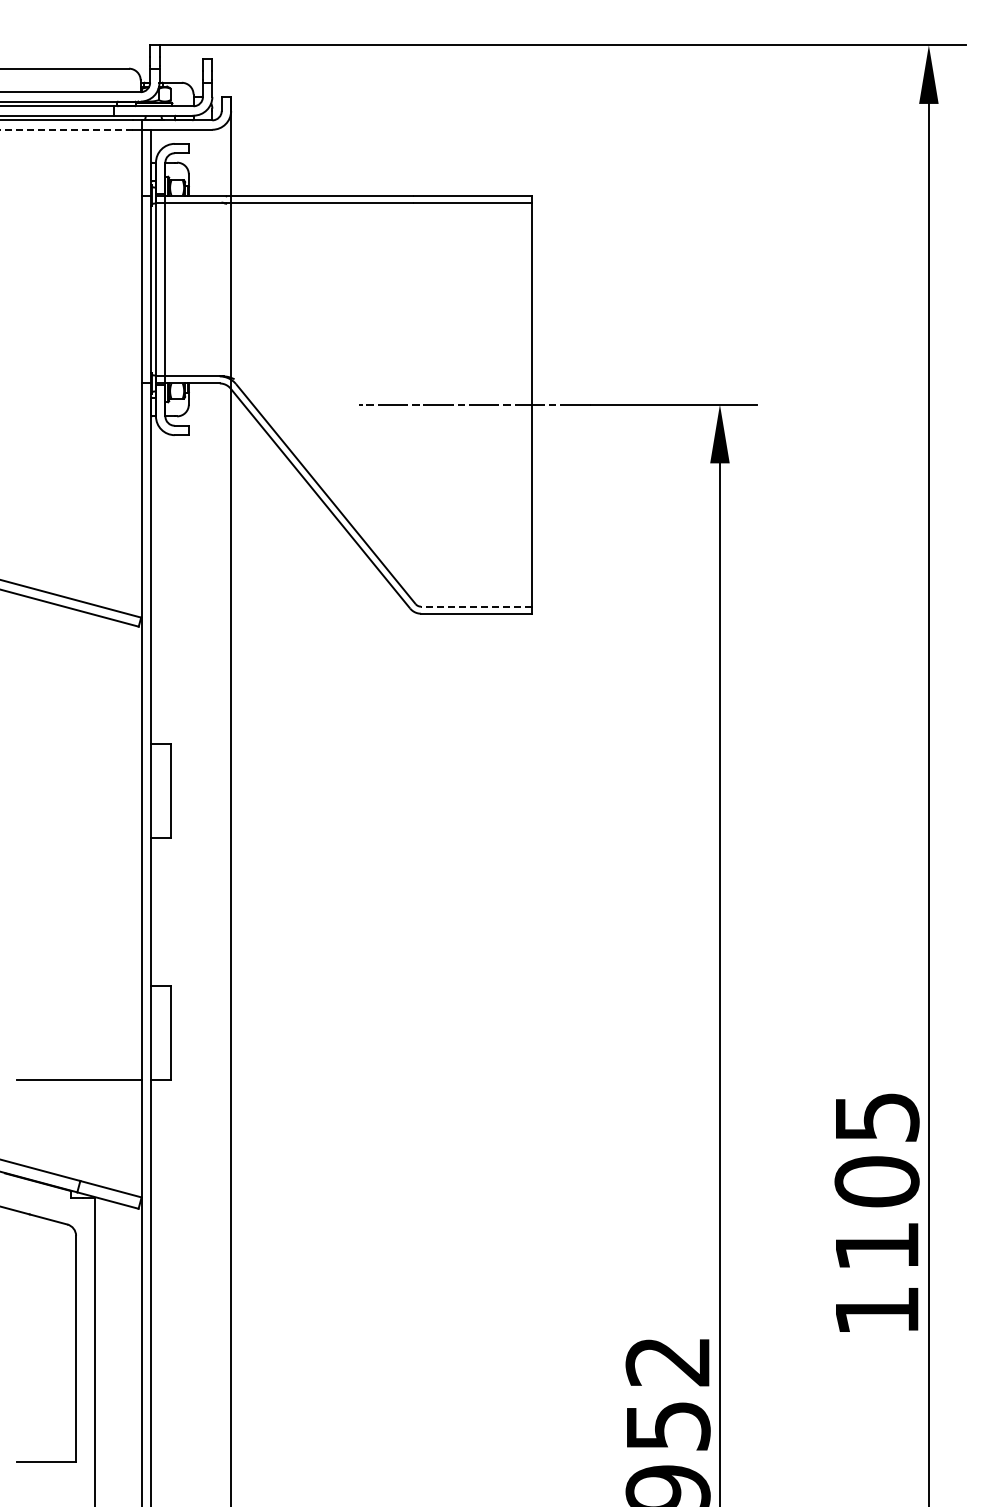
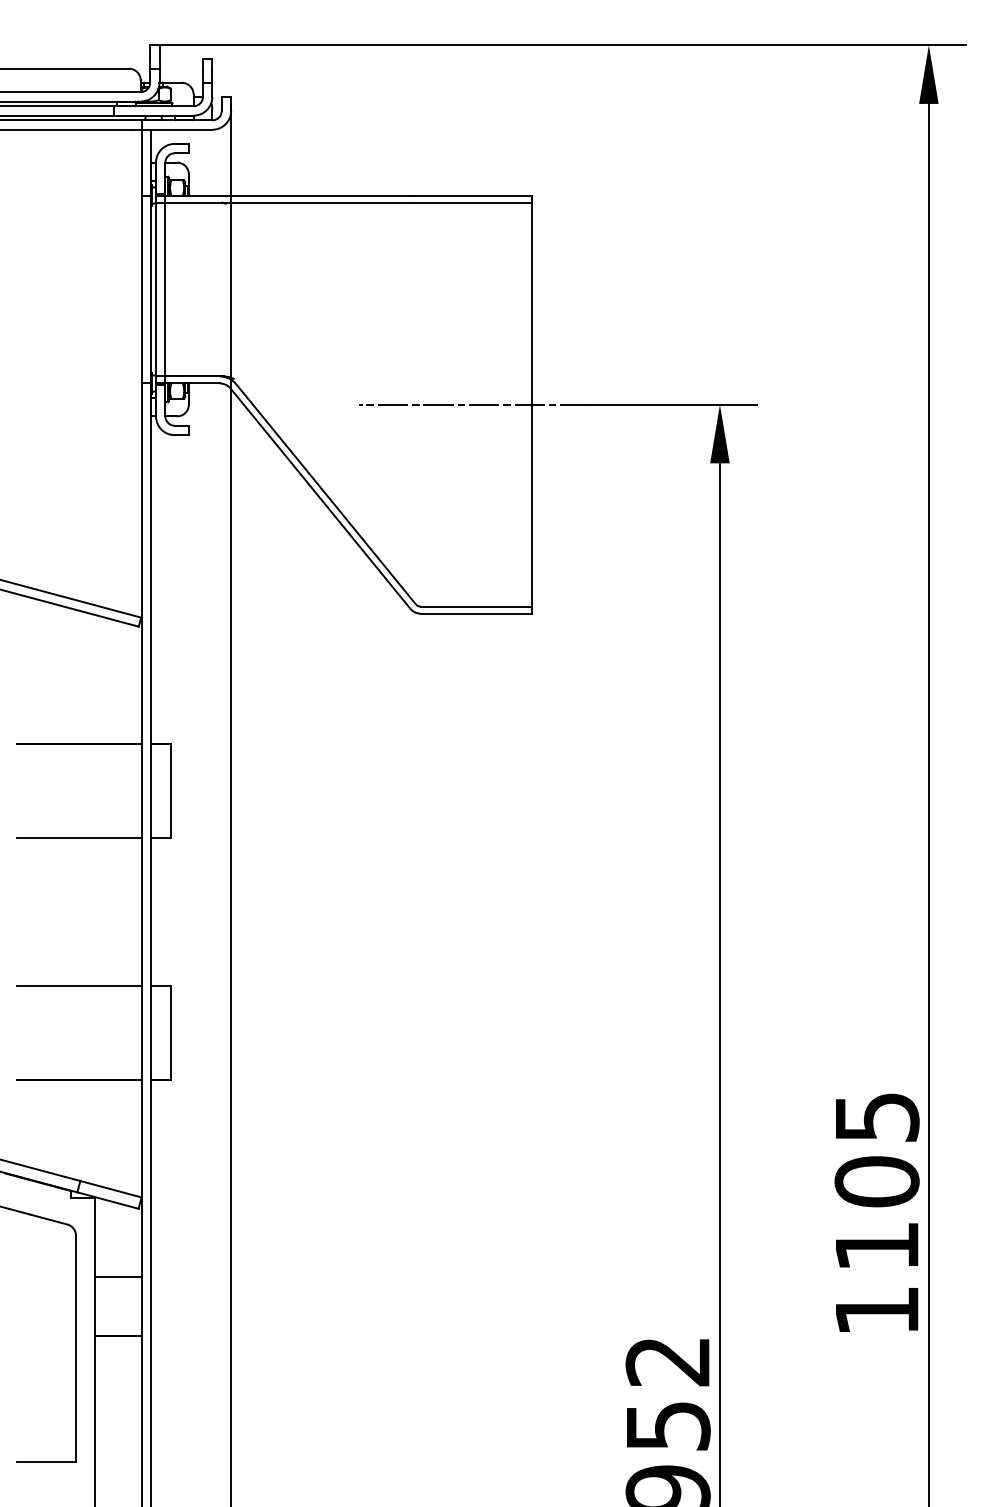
line at (65, 129): dashed -> solid
line at (475, 606): dashed -> solid
line at (78, 744): none -> present
line at (78, 838): none -> present
line at (78, 986): none -> present
line at (117, 1277): none -> present
line at (117, 1336): none -> present
